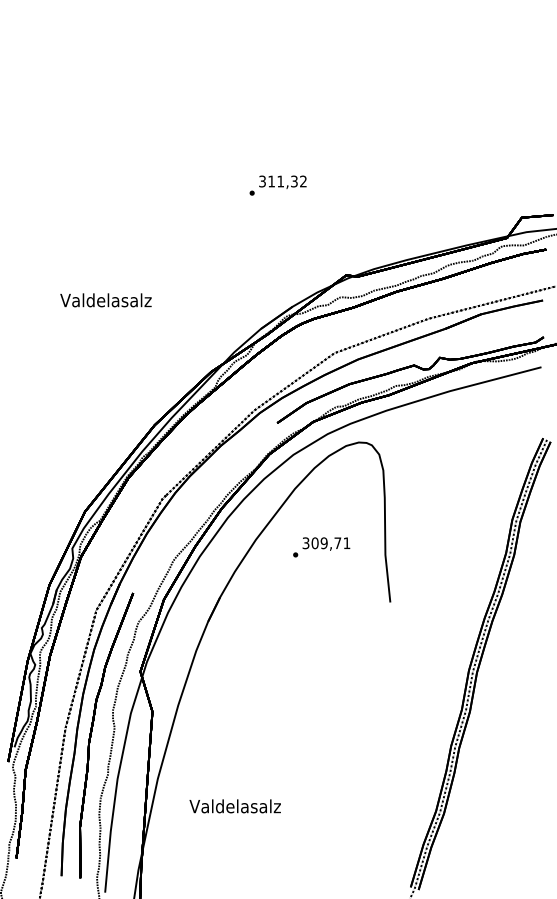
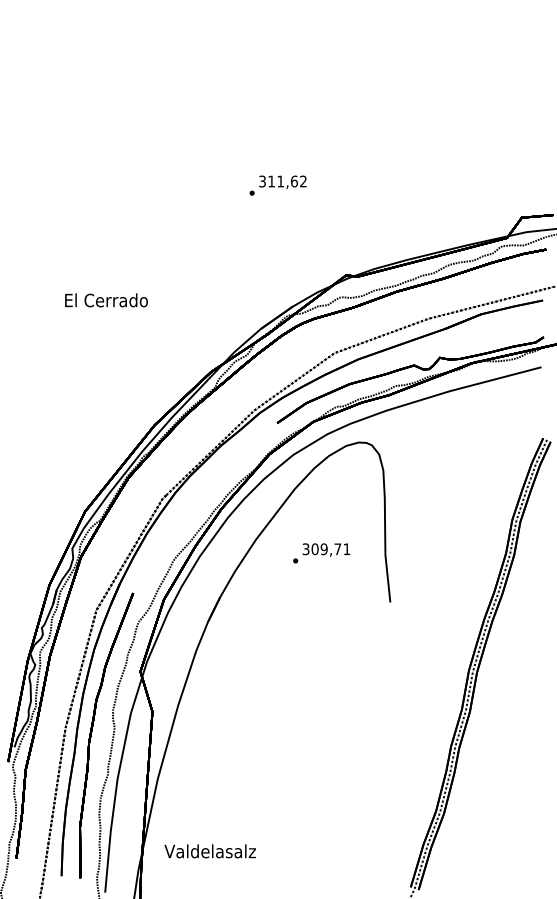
text at (293, 181): 311,32 -> 311,62
text at (105, 300): Valdelasalz -> El Cerrado
text at (321, 547) position: (321, 547) -> (321, 553)
text at (234, 806) position: (234, 806) -> (209, 851)
